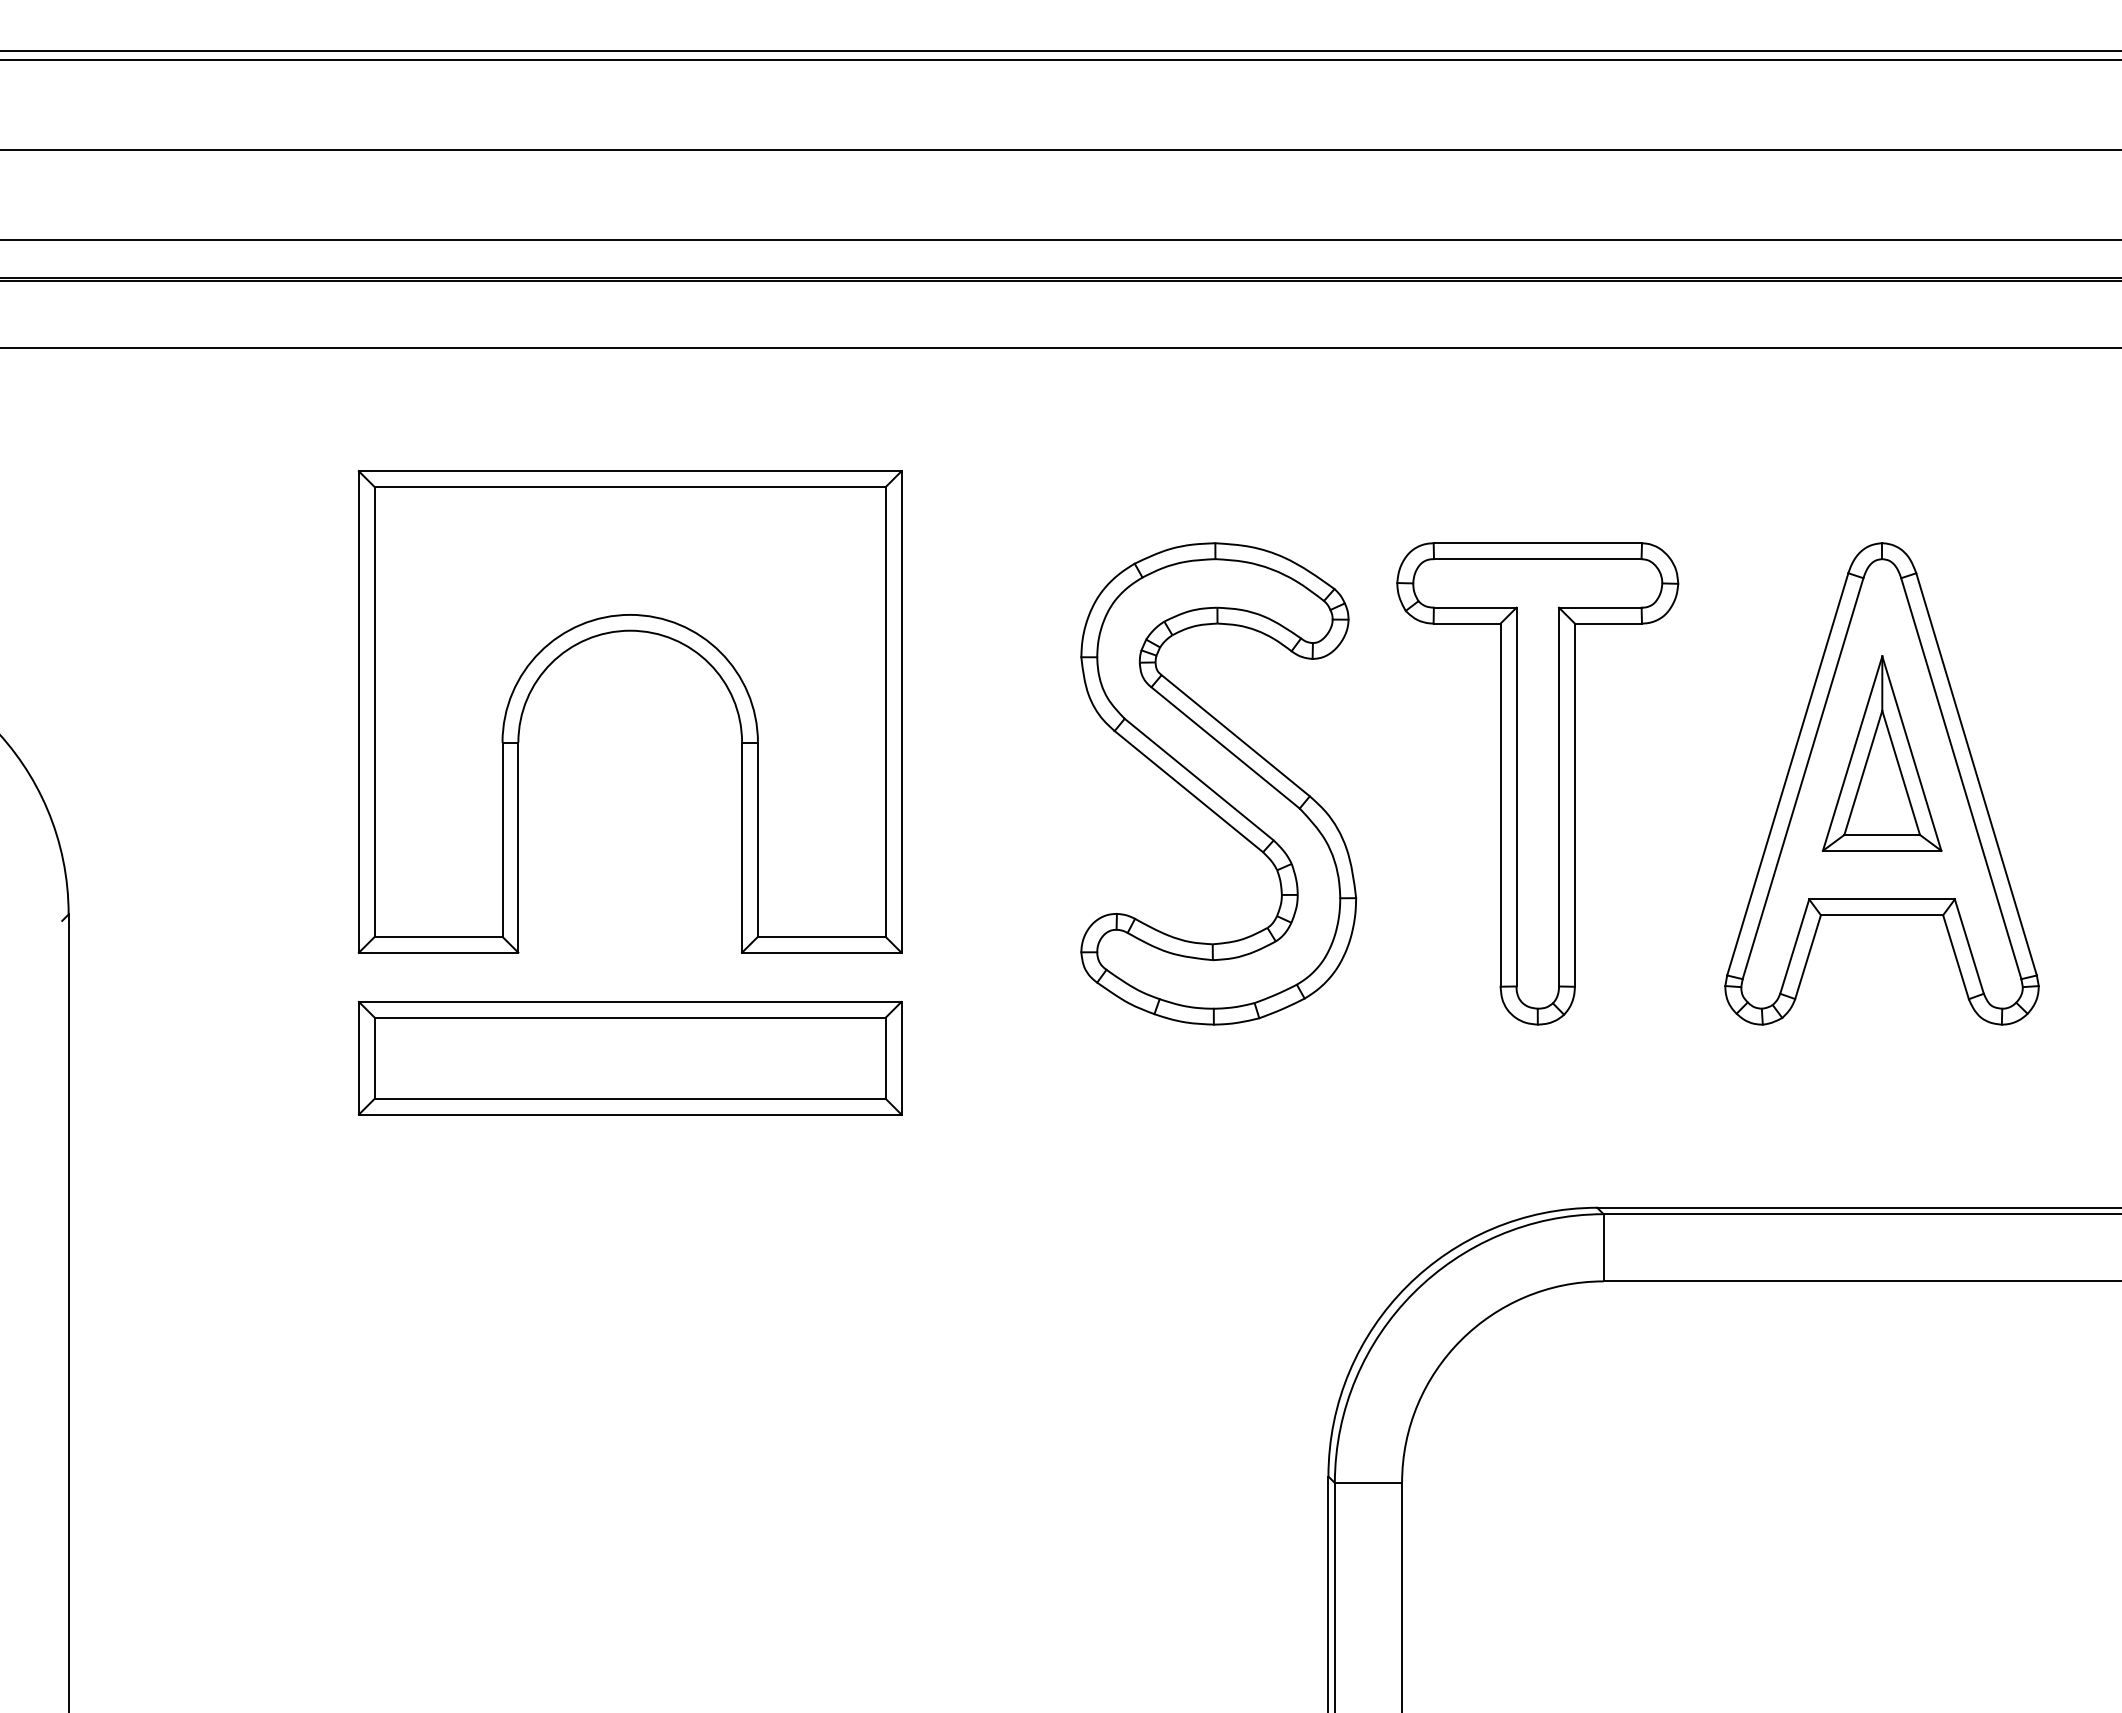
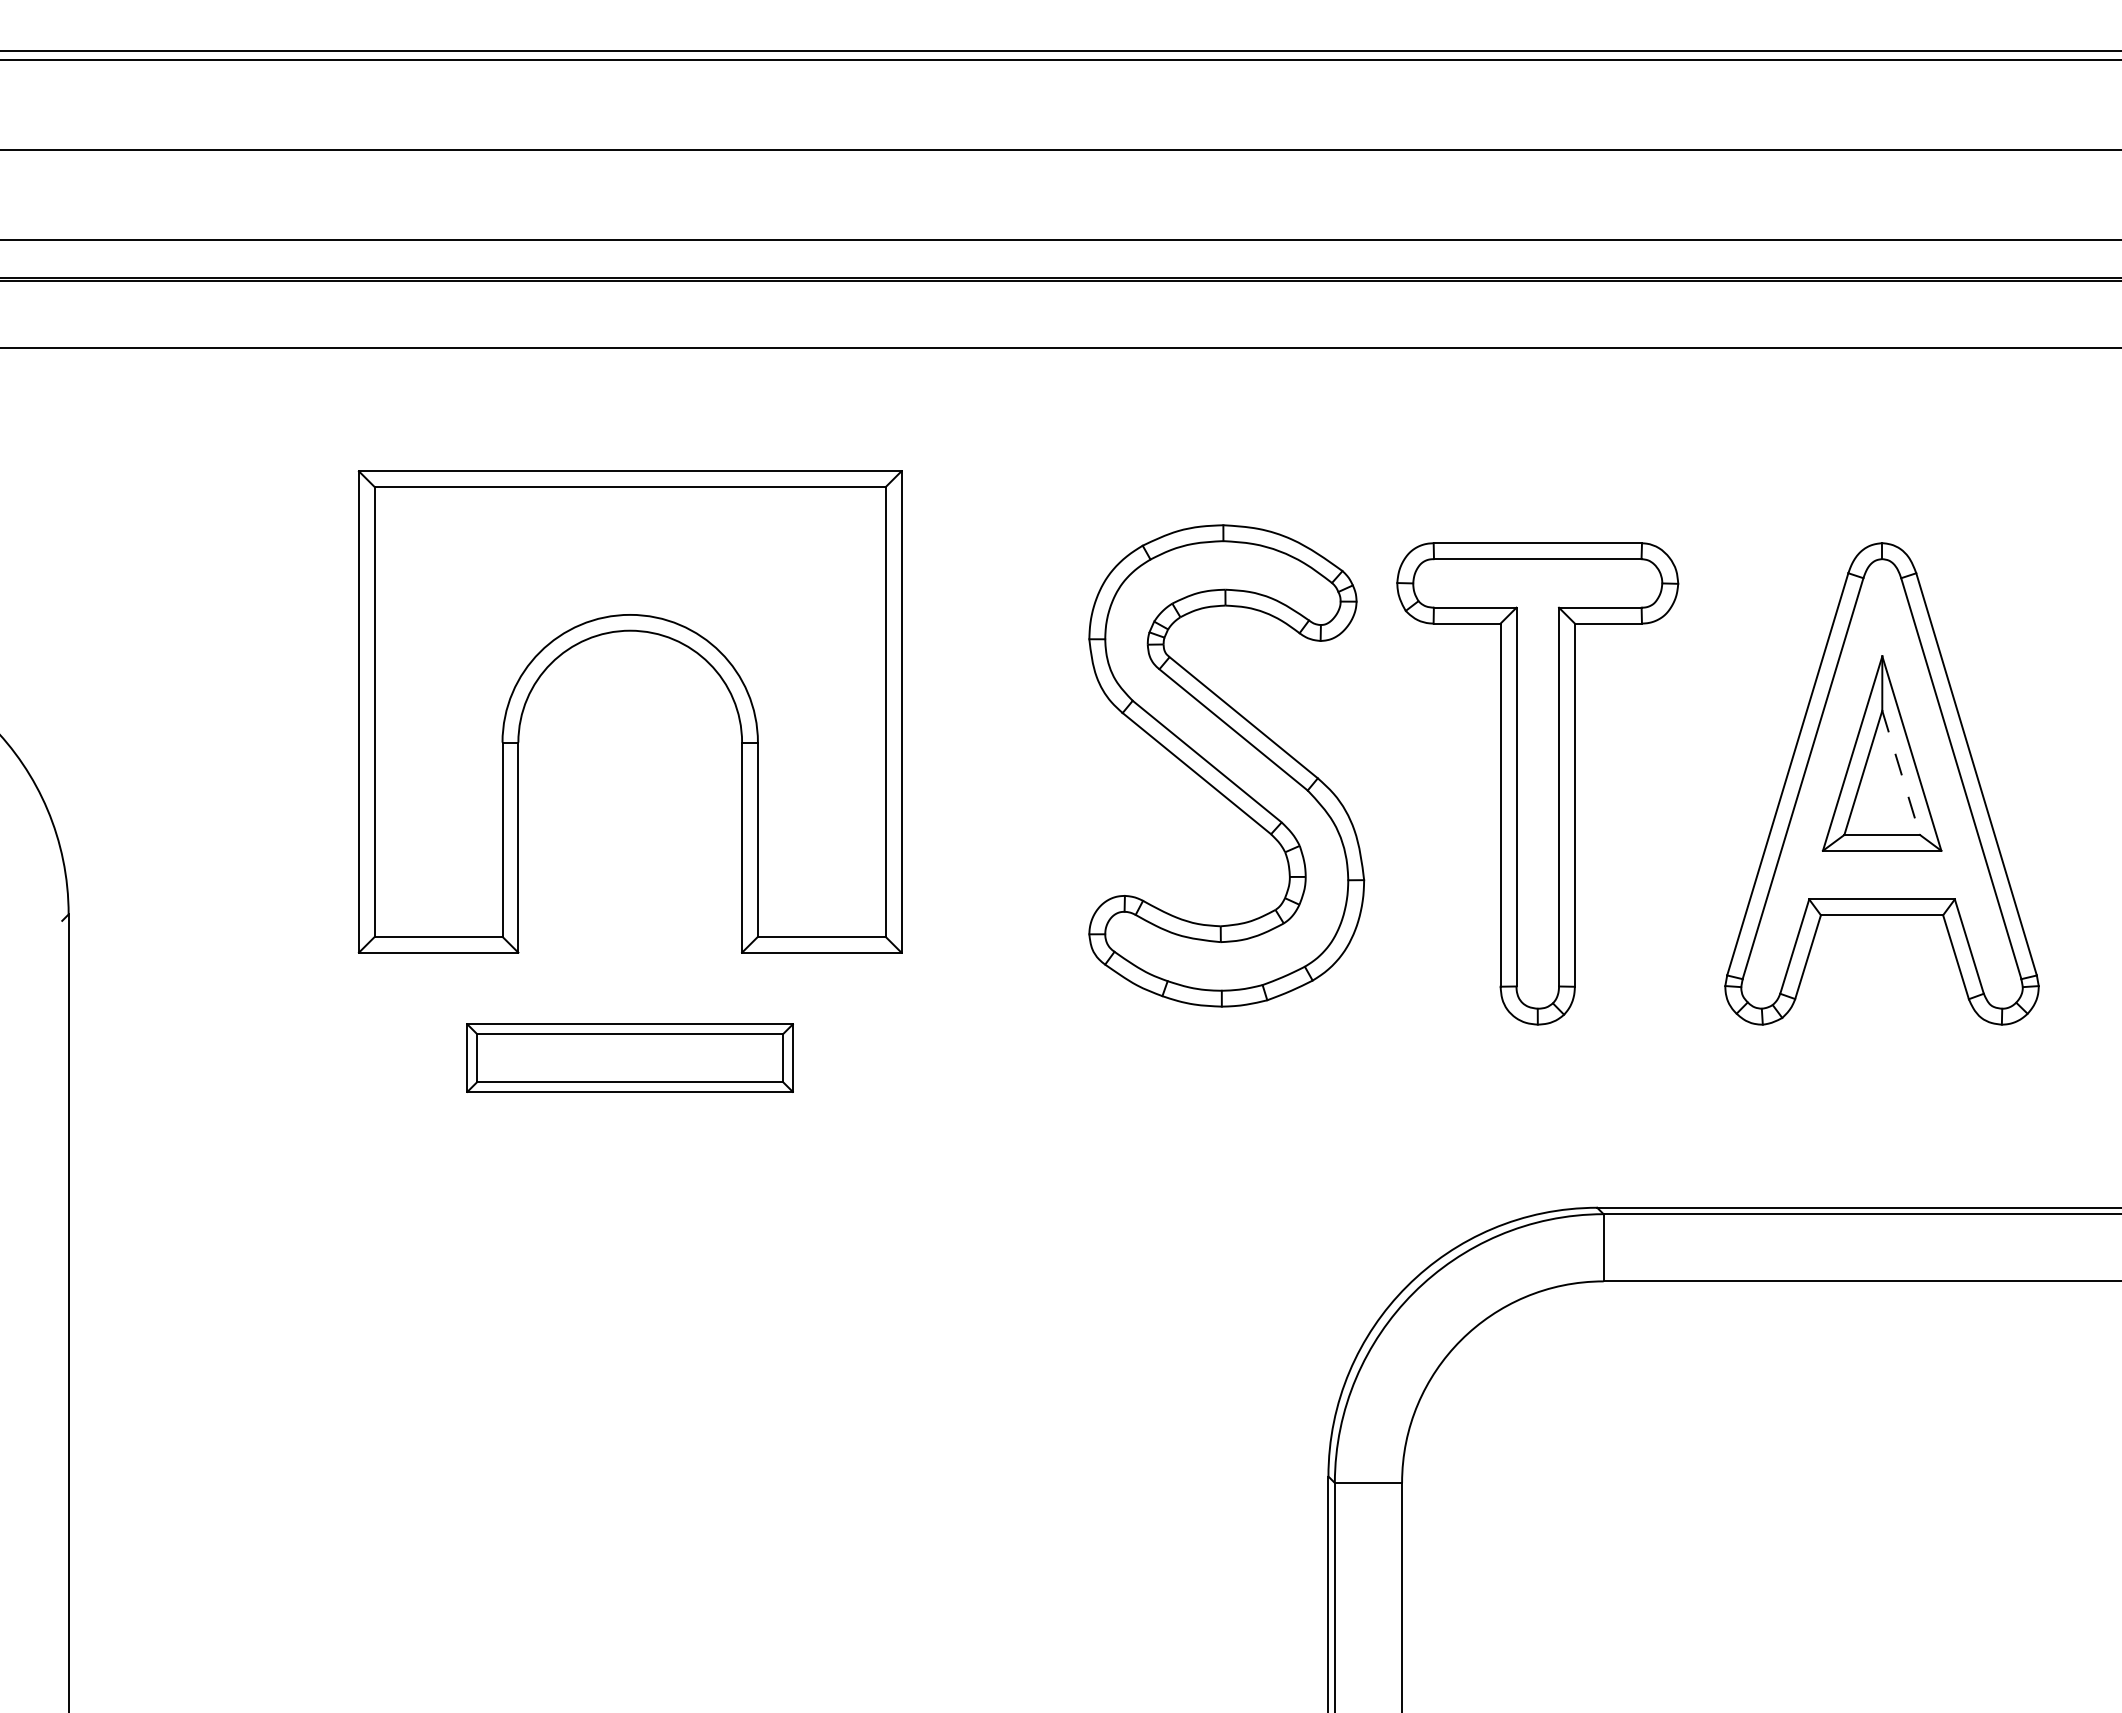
line at (1901, 772): solid -> dashed
part at (1218, 783) position: (1218, 783) -> (1226, 765)
part at (629, 1057) size: 546x116 px -> 328x70 px
